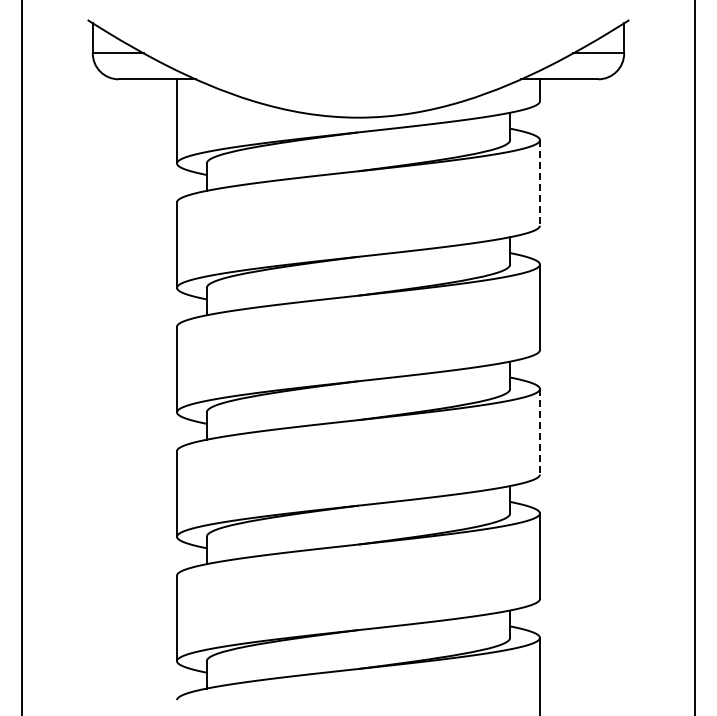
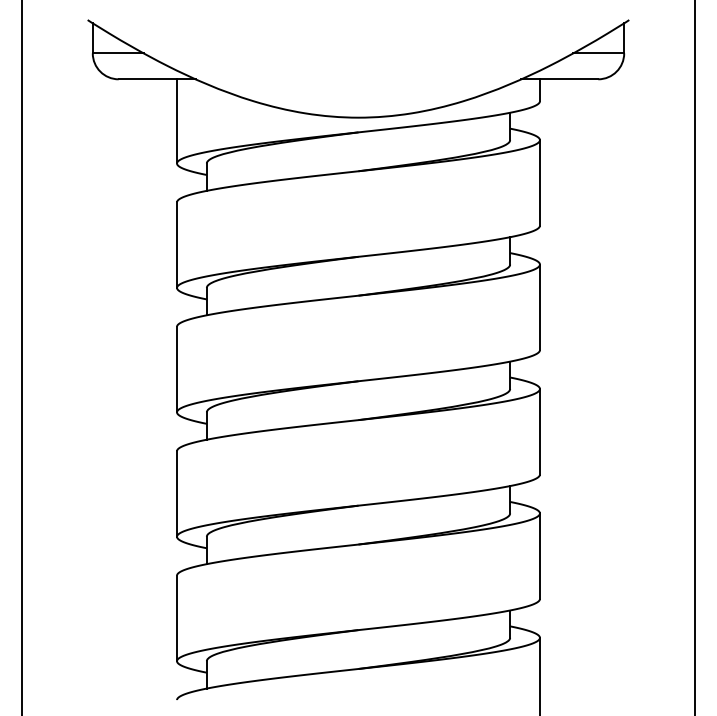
line at (539, 182): dashed -> solid
line at (539, 431): dashed -> solid
